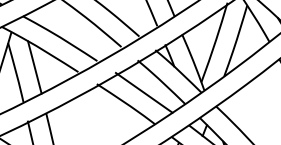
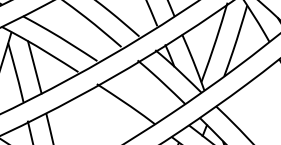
line at (143, 92): present -> none
